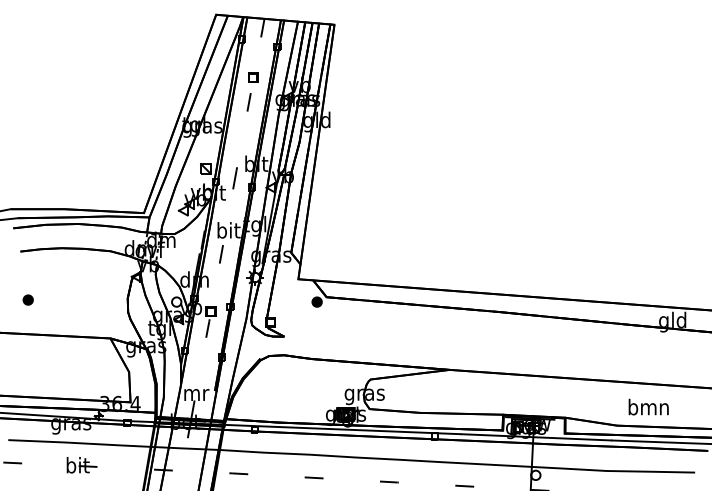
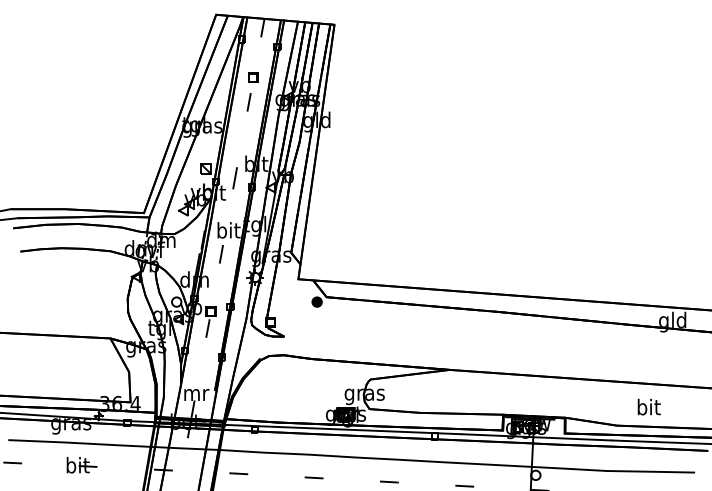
part at (27, 299): present -> none
text at (648, 406): bmn -> bit
